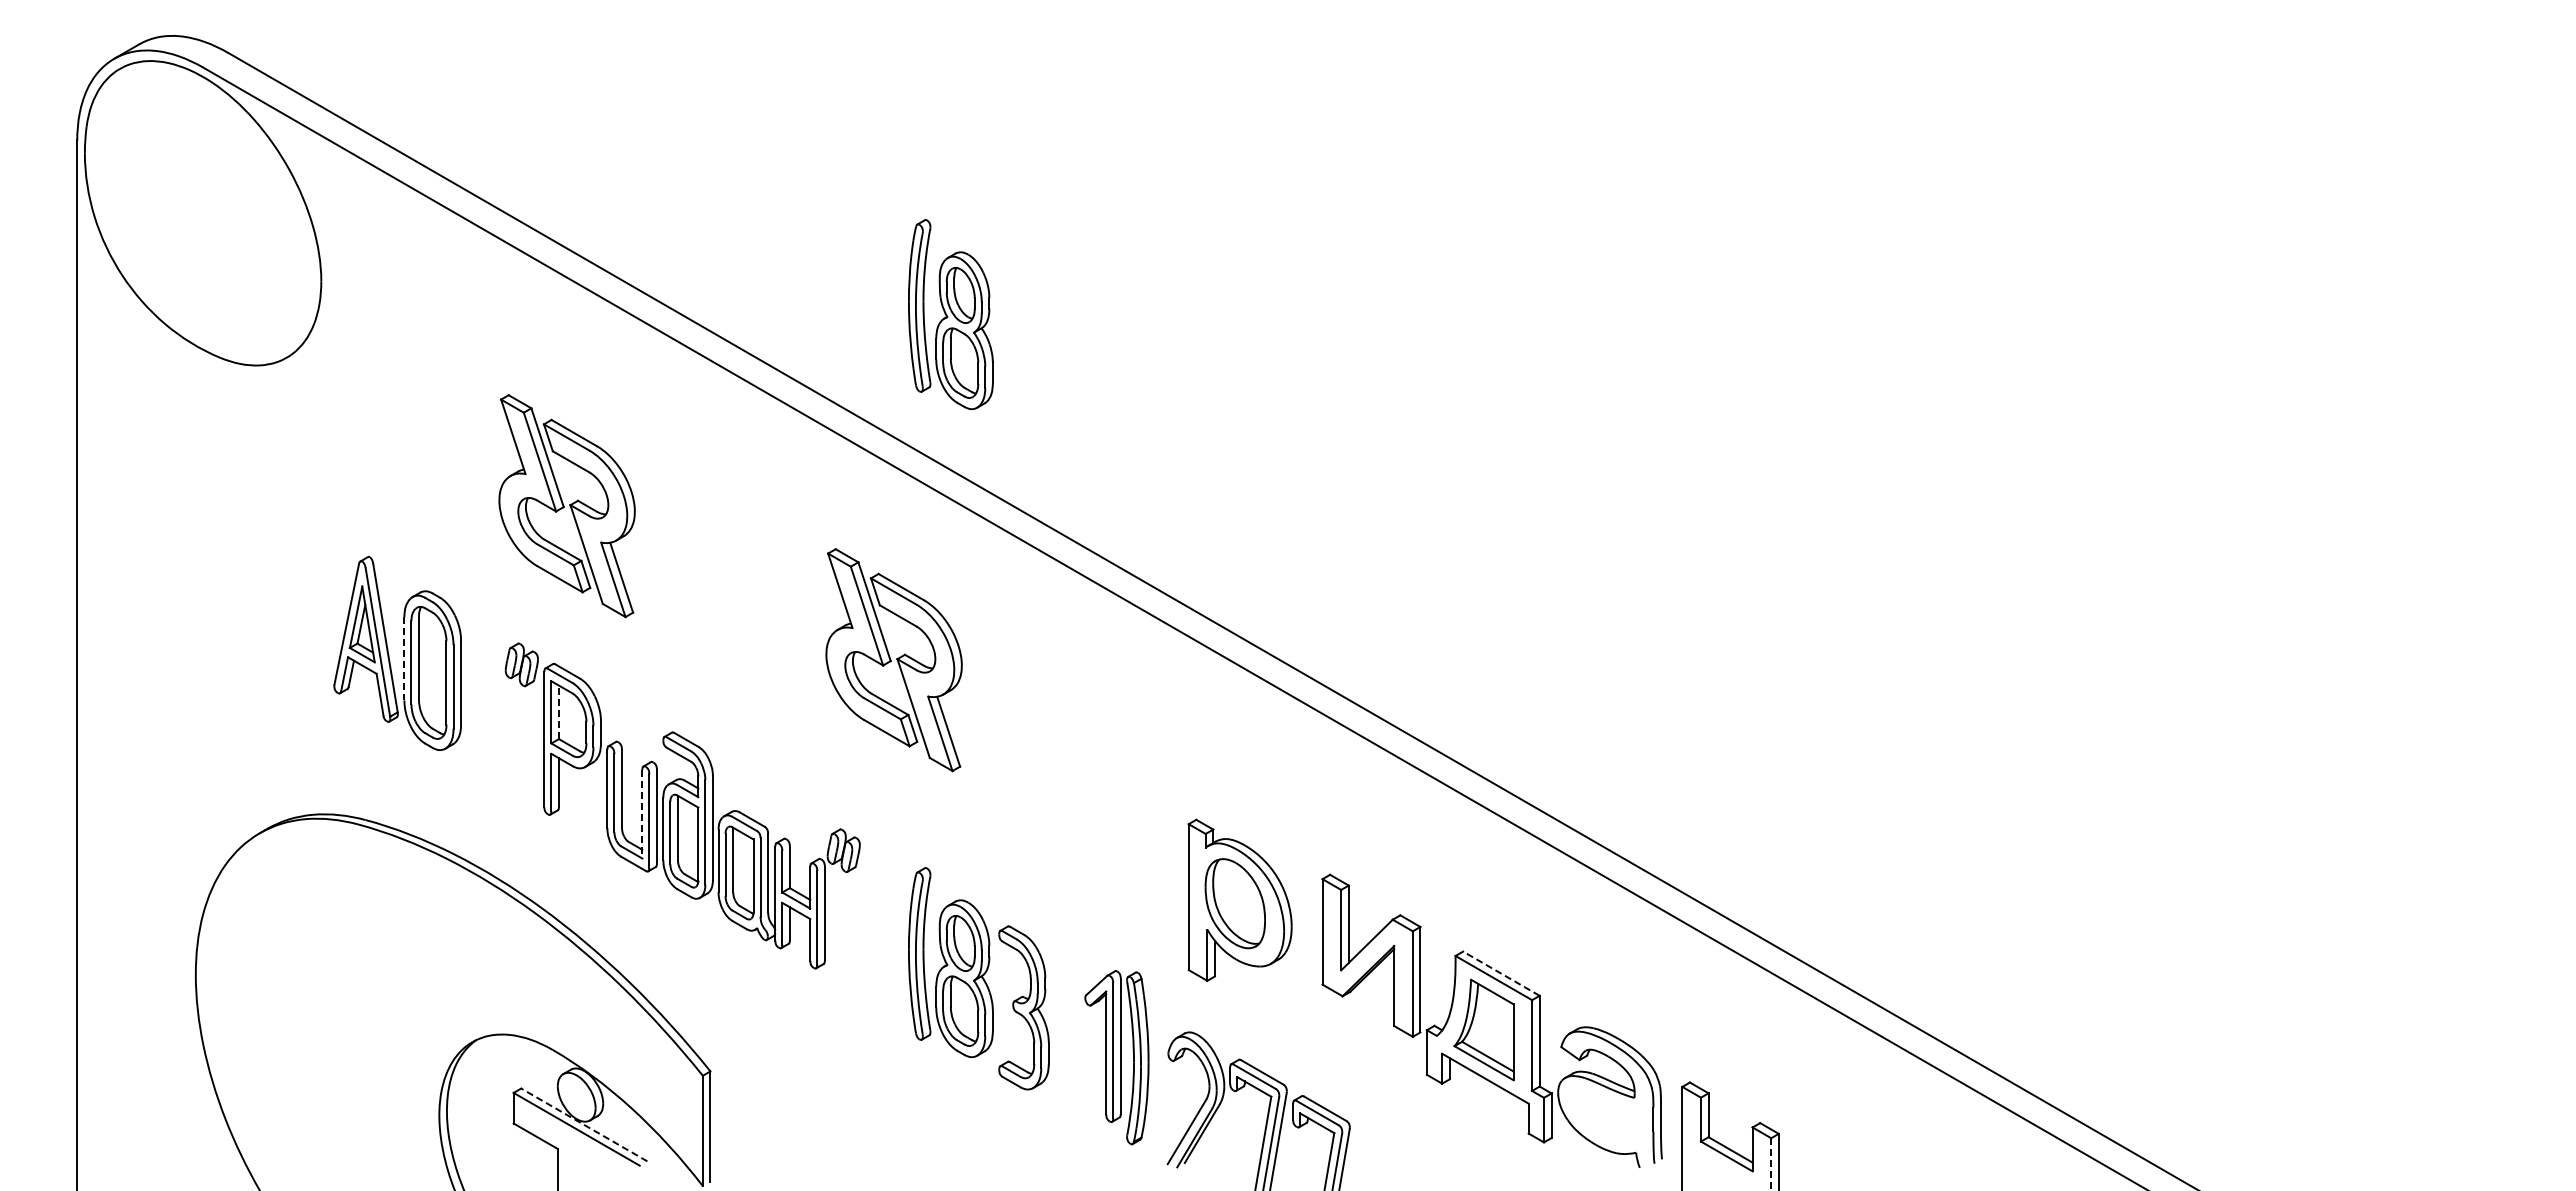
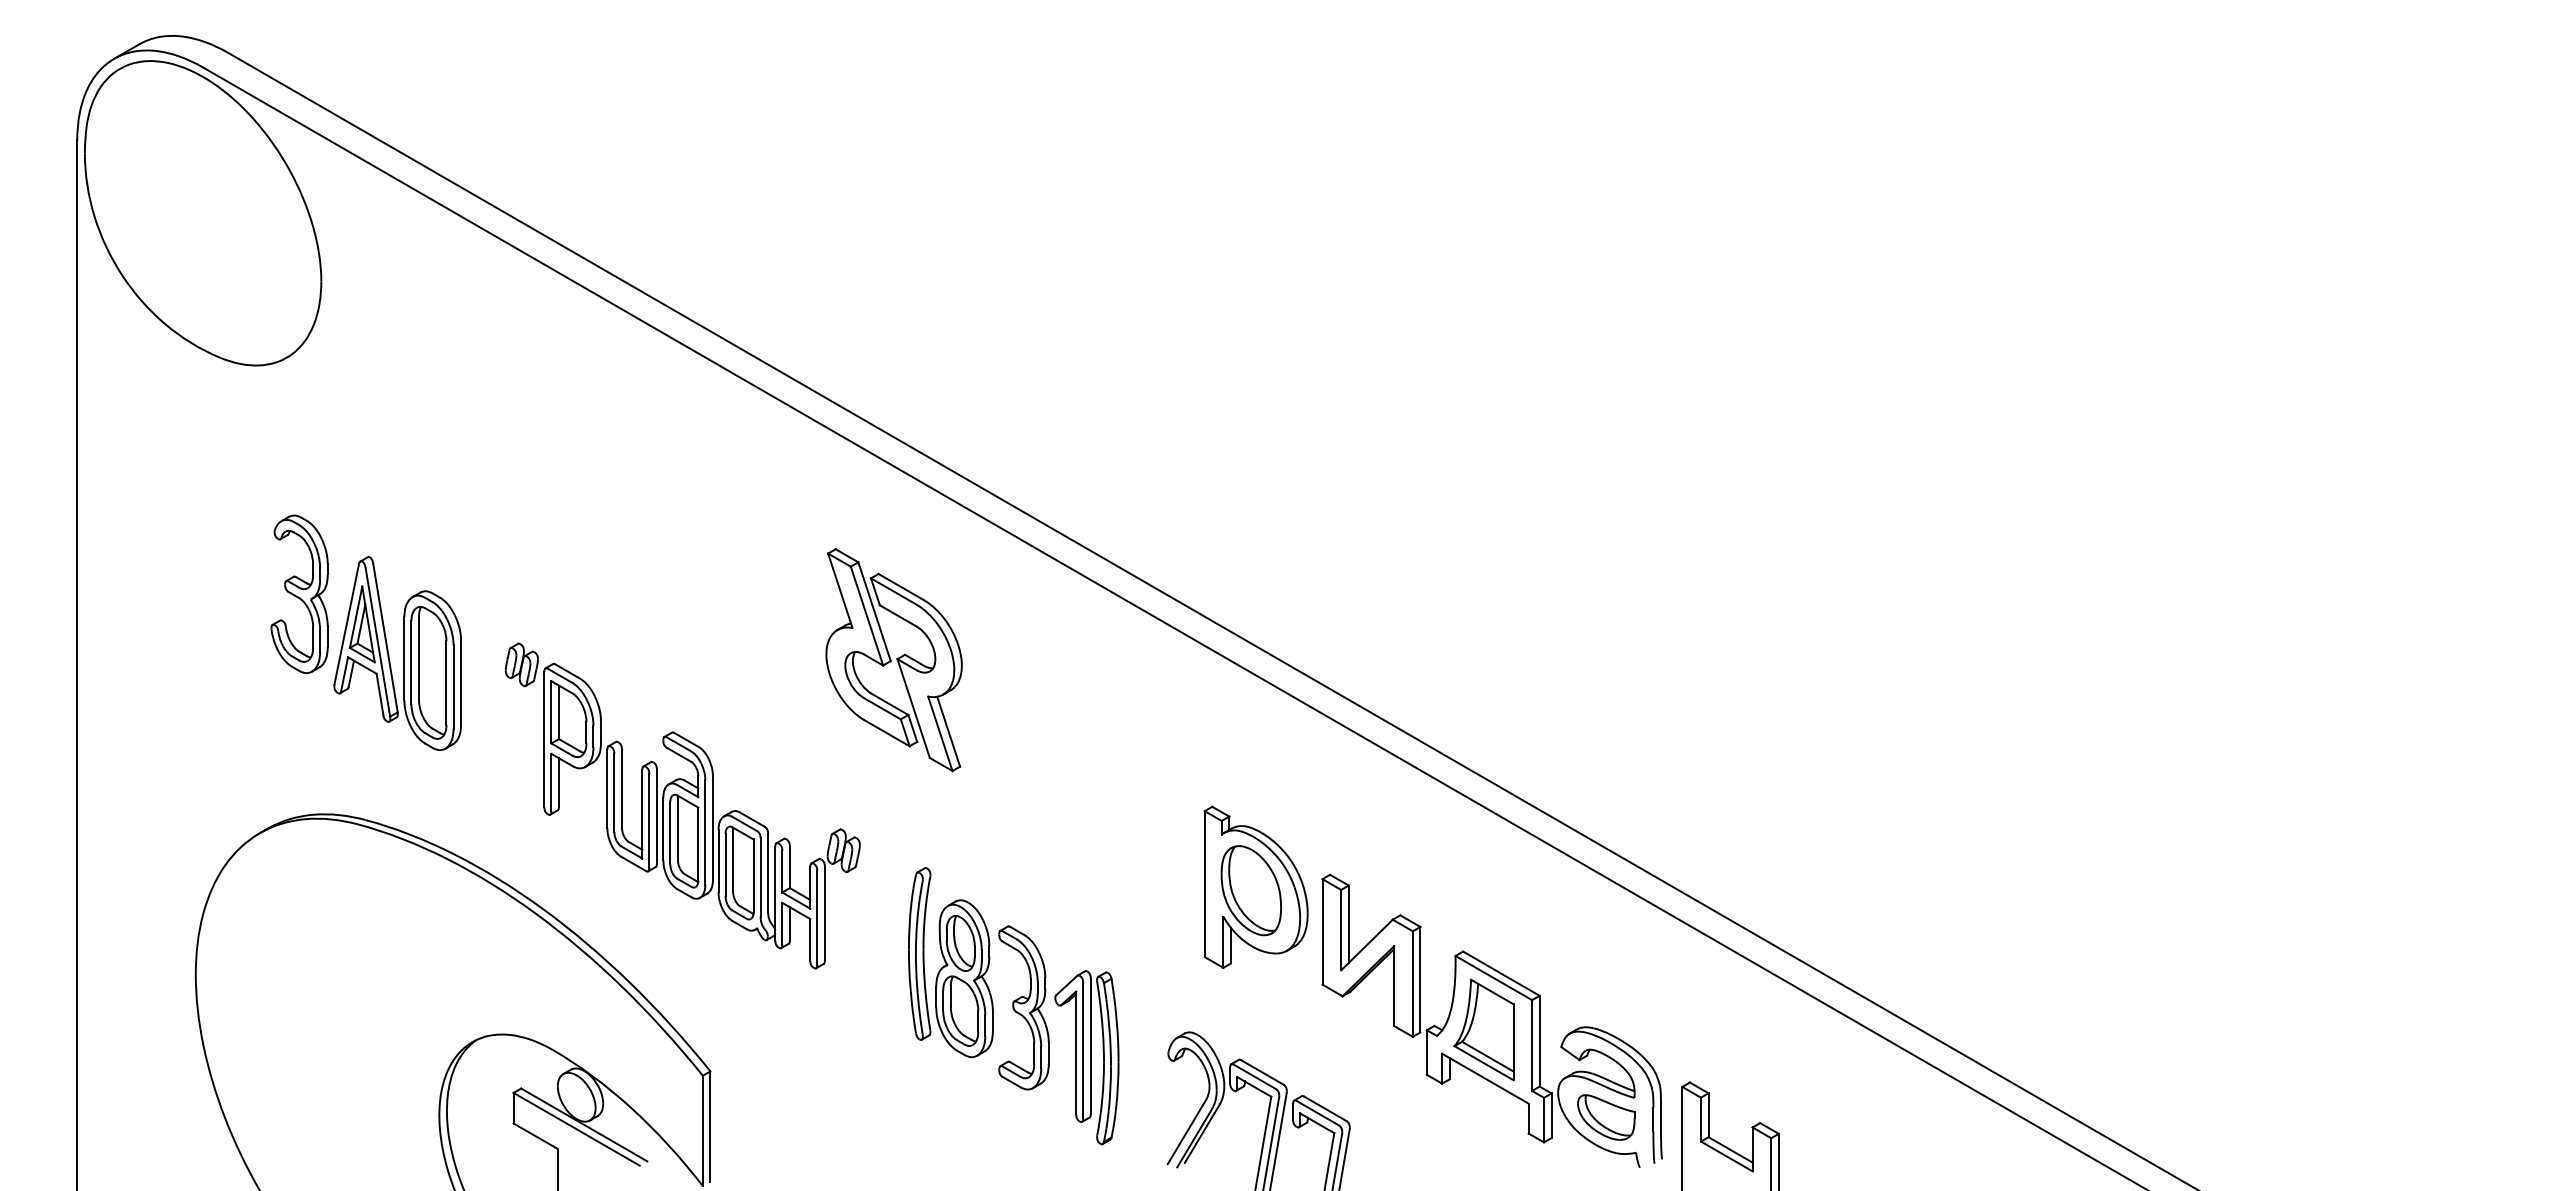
part at (950, 314): present -> none
part at (566, 506): present -> none
part at (299, 593): none -> present
line at (404, 658): dashed -> solid
line at (558, 712): dashed -> solid
line at (642, 814): dashed -> solid
part at (1239, 899) position: (1239, 899) -> (1255, 886)
line at (1500, 973): dashed -> solid
part at (1116, 1057) position: (1116, 1057) -> (1086, 1057)
part at (1606, 1117): none -> present
line at (584, 1124): dashed -> solid
line at (1771, 1164): dashed -> solid
